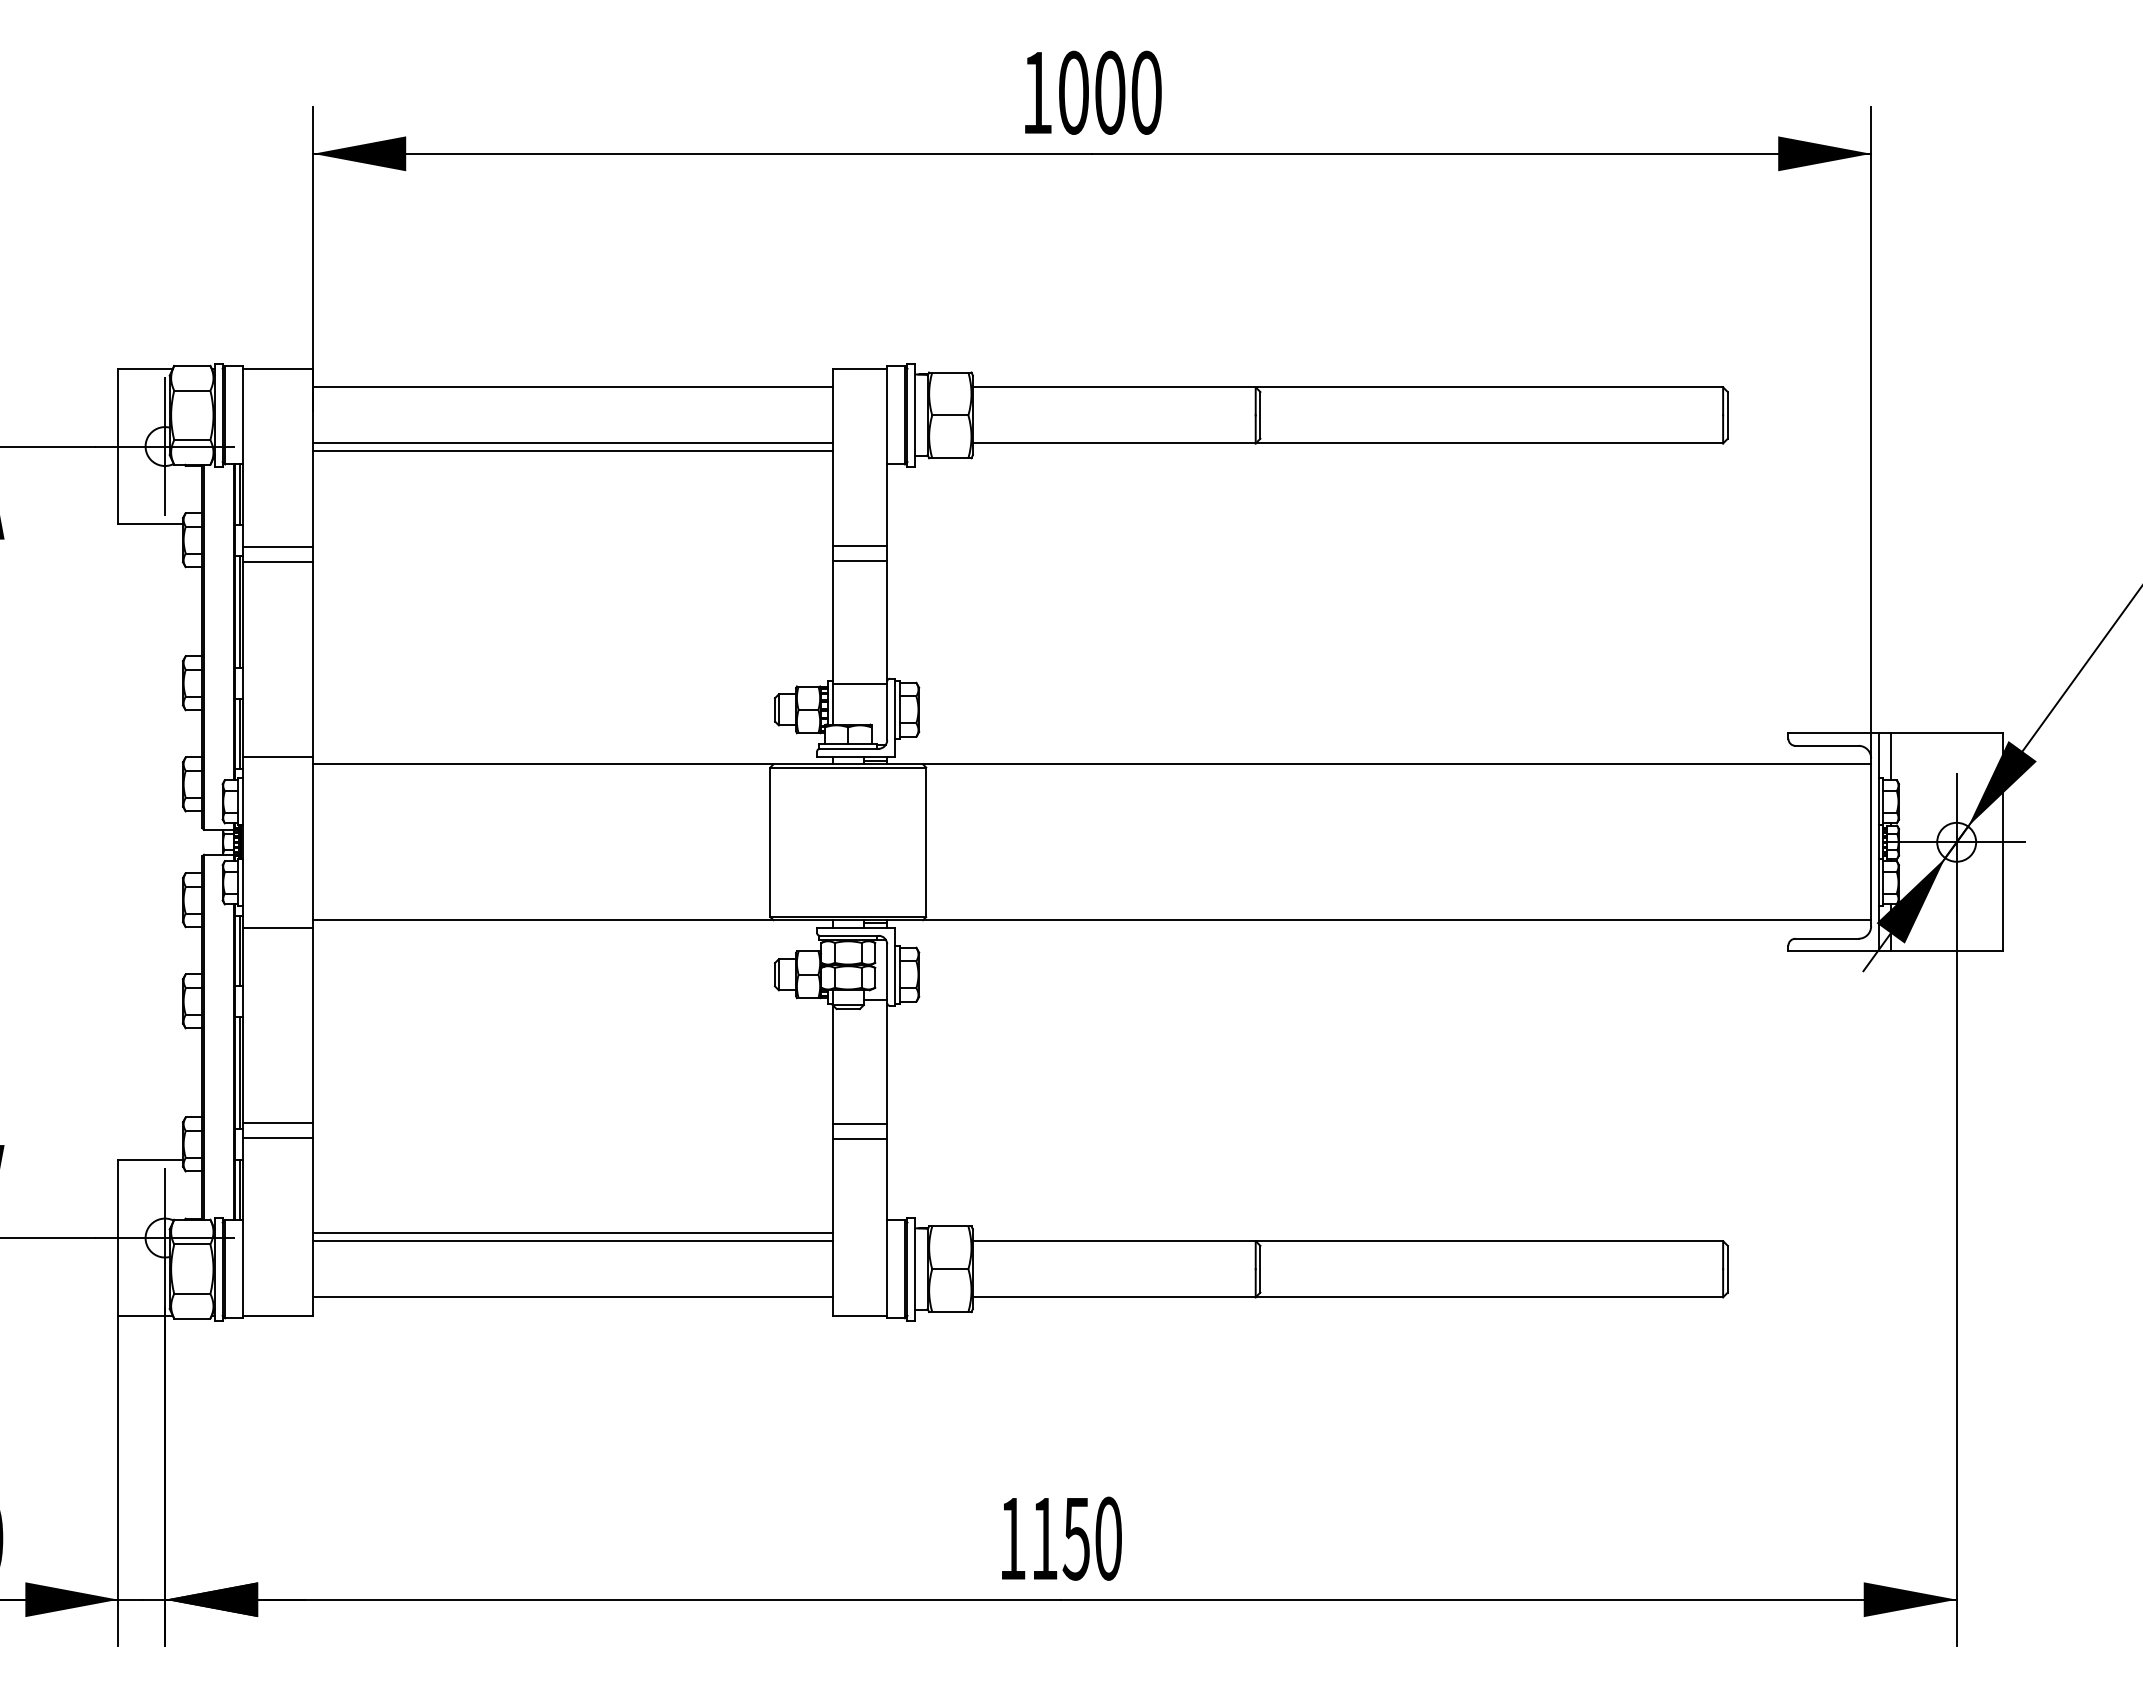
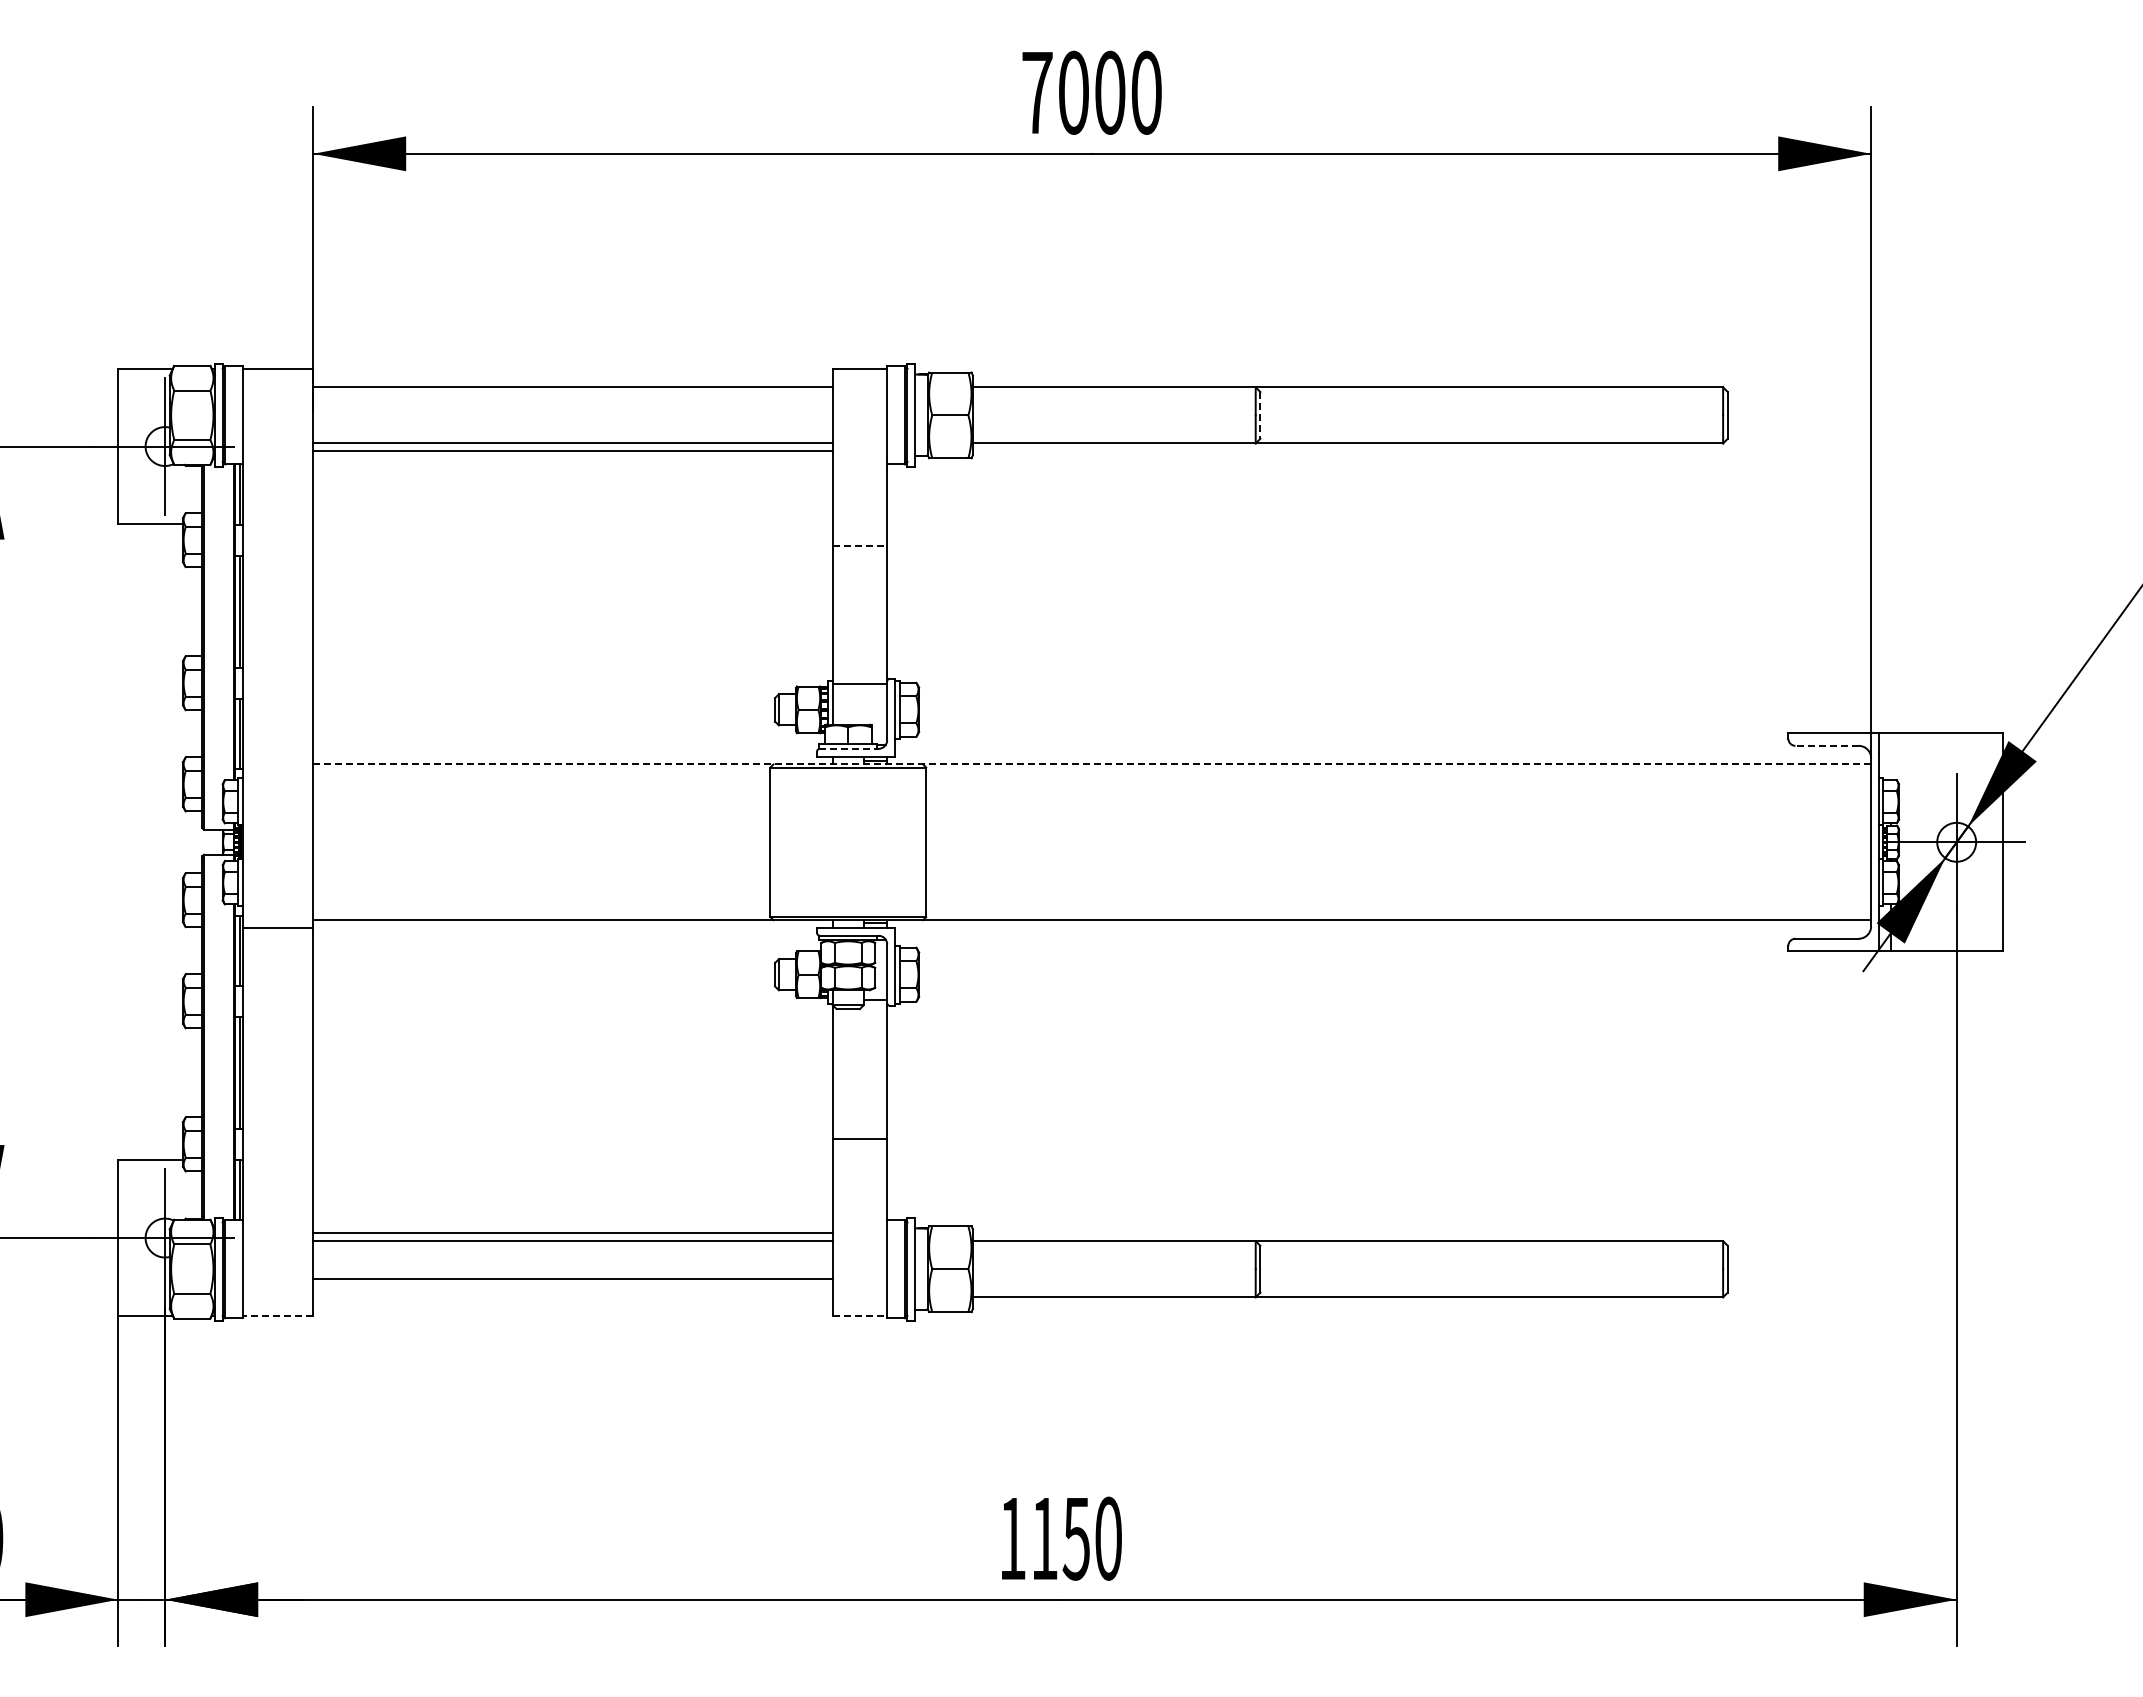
text at (1037, 92): 1000 -> 7000
line at (1260, 415): solid -> dashed
line at (860, 545): solid -> dashed
line at (277, 546): present -> none
line at (859, 560): present -> none
line at (277, 561): present -> none
line at (1827, 745): solid -> dashed
line at (849, 748): solid -> dashed
line at (277, 756): present -> none
line at (1891, 756): present -> none
line at (1092, 764): solid -> dashed
line at (277, 1122): present -> none
line at (859, 1123): present -> none
line at (277, 1137): present -> none
line at (572, 1297) position: (572, 1297) -> (572, 1279)
line at (277, 1315): solid -> dashed
line at (860, 1315): solid -> dashed
